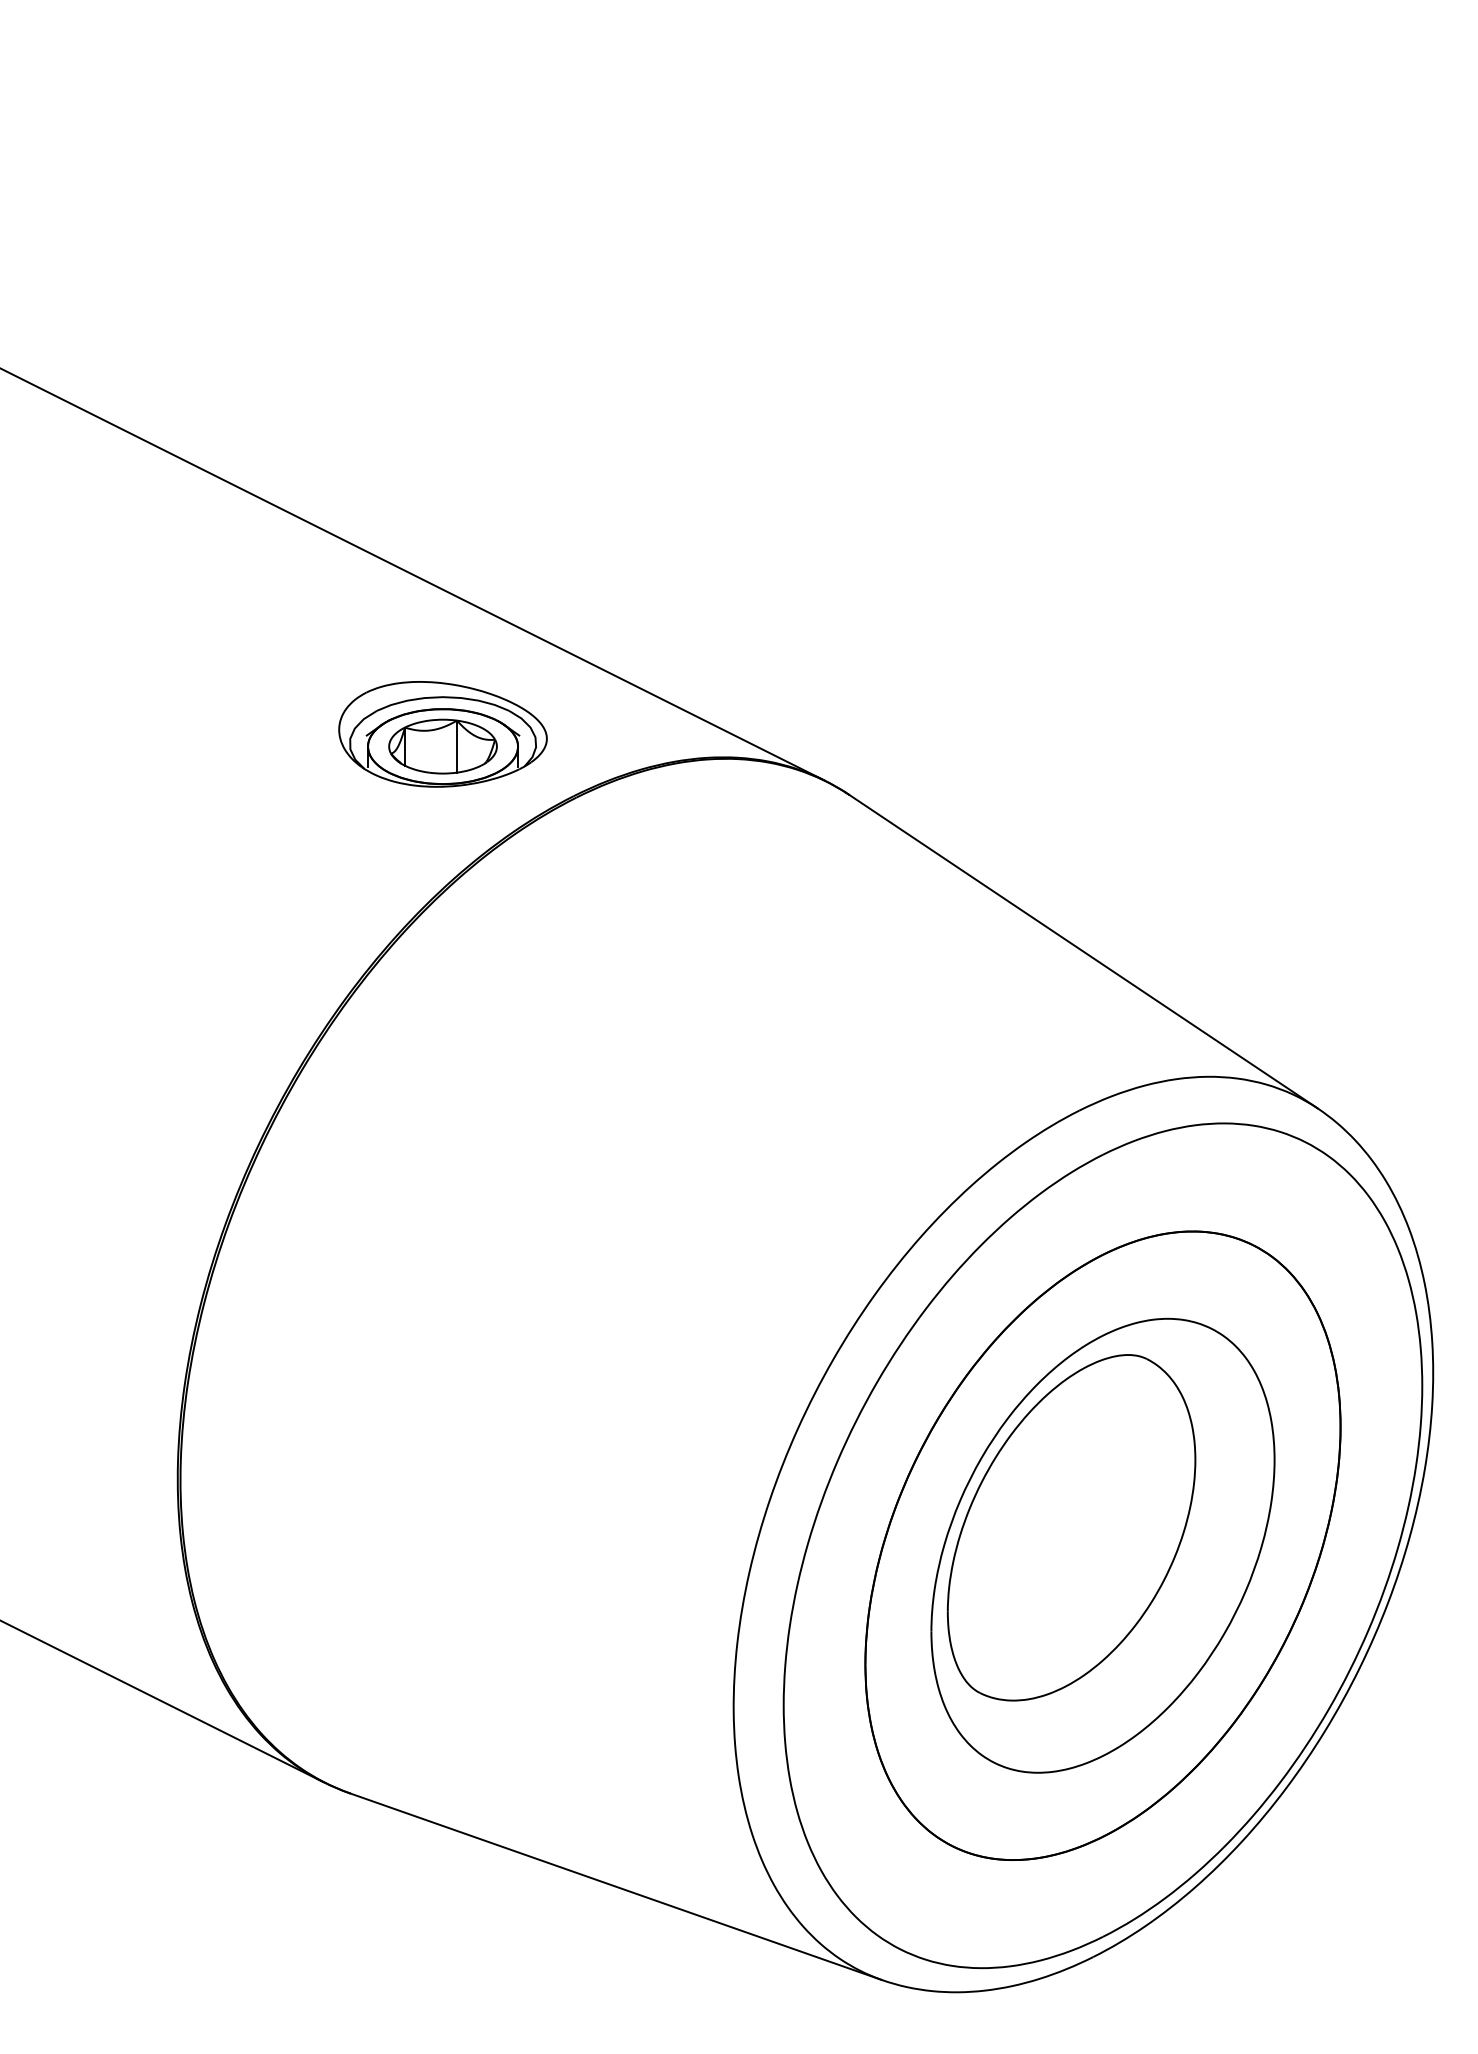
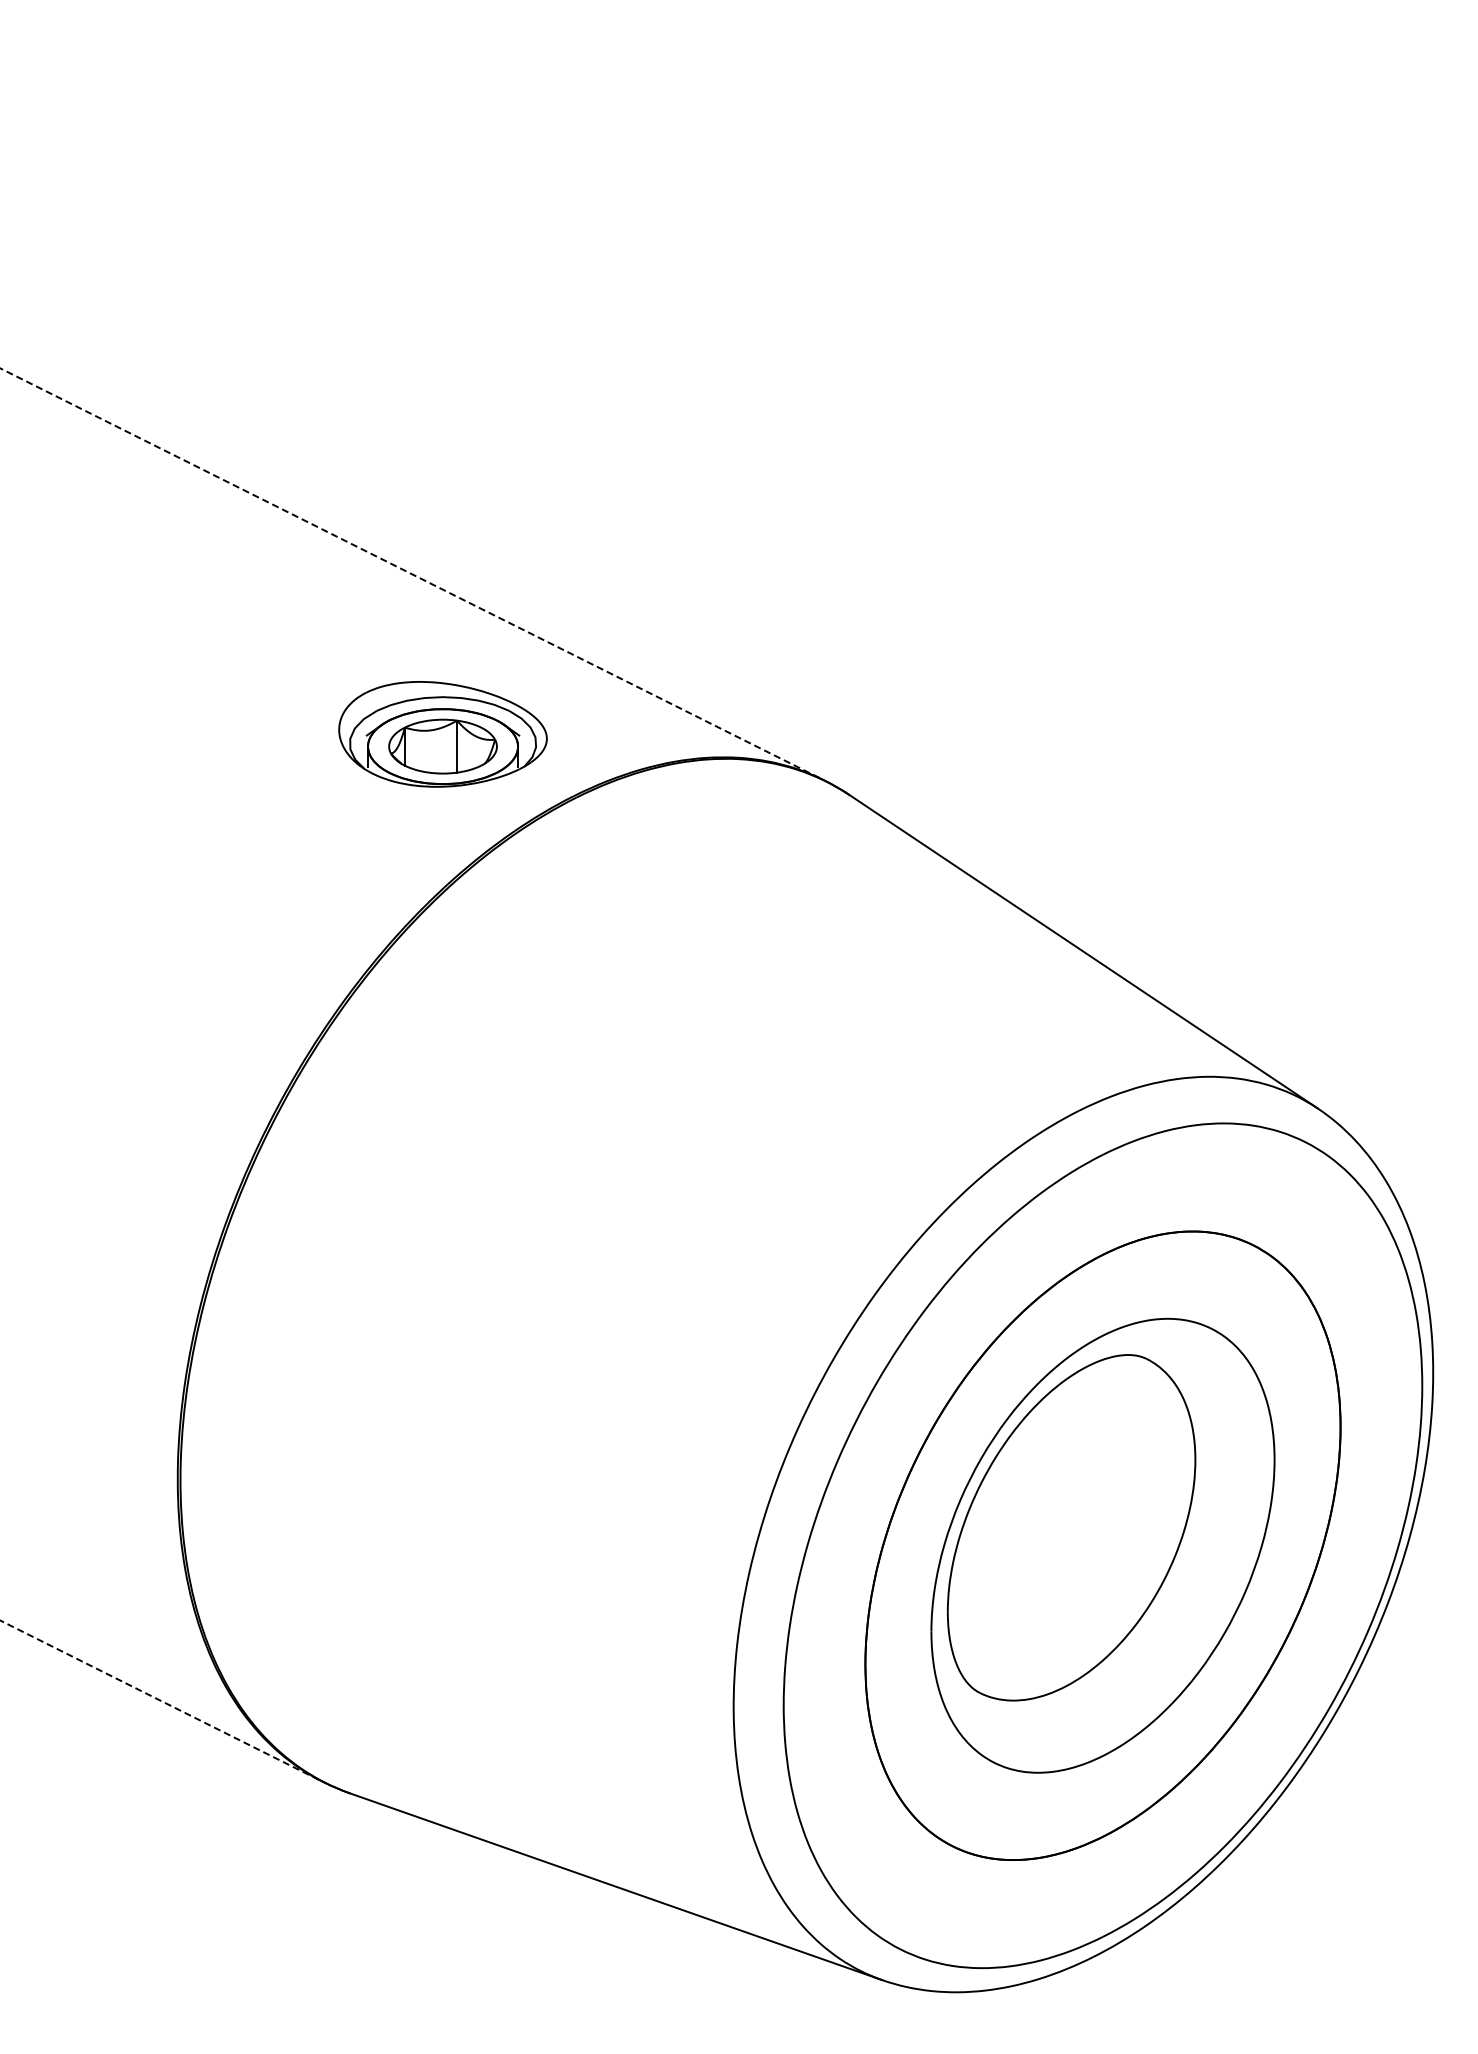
line at (412, 574): solid -> dashed
line at (162, 1701): solid -> dashed
